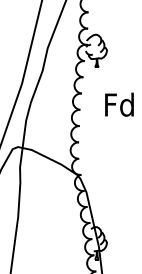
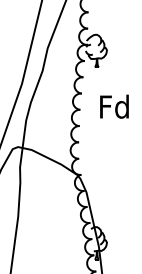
text at (119, 104) position: (119, 104) -> (114, 106)
